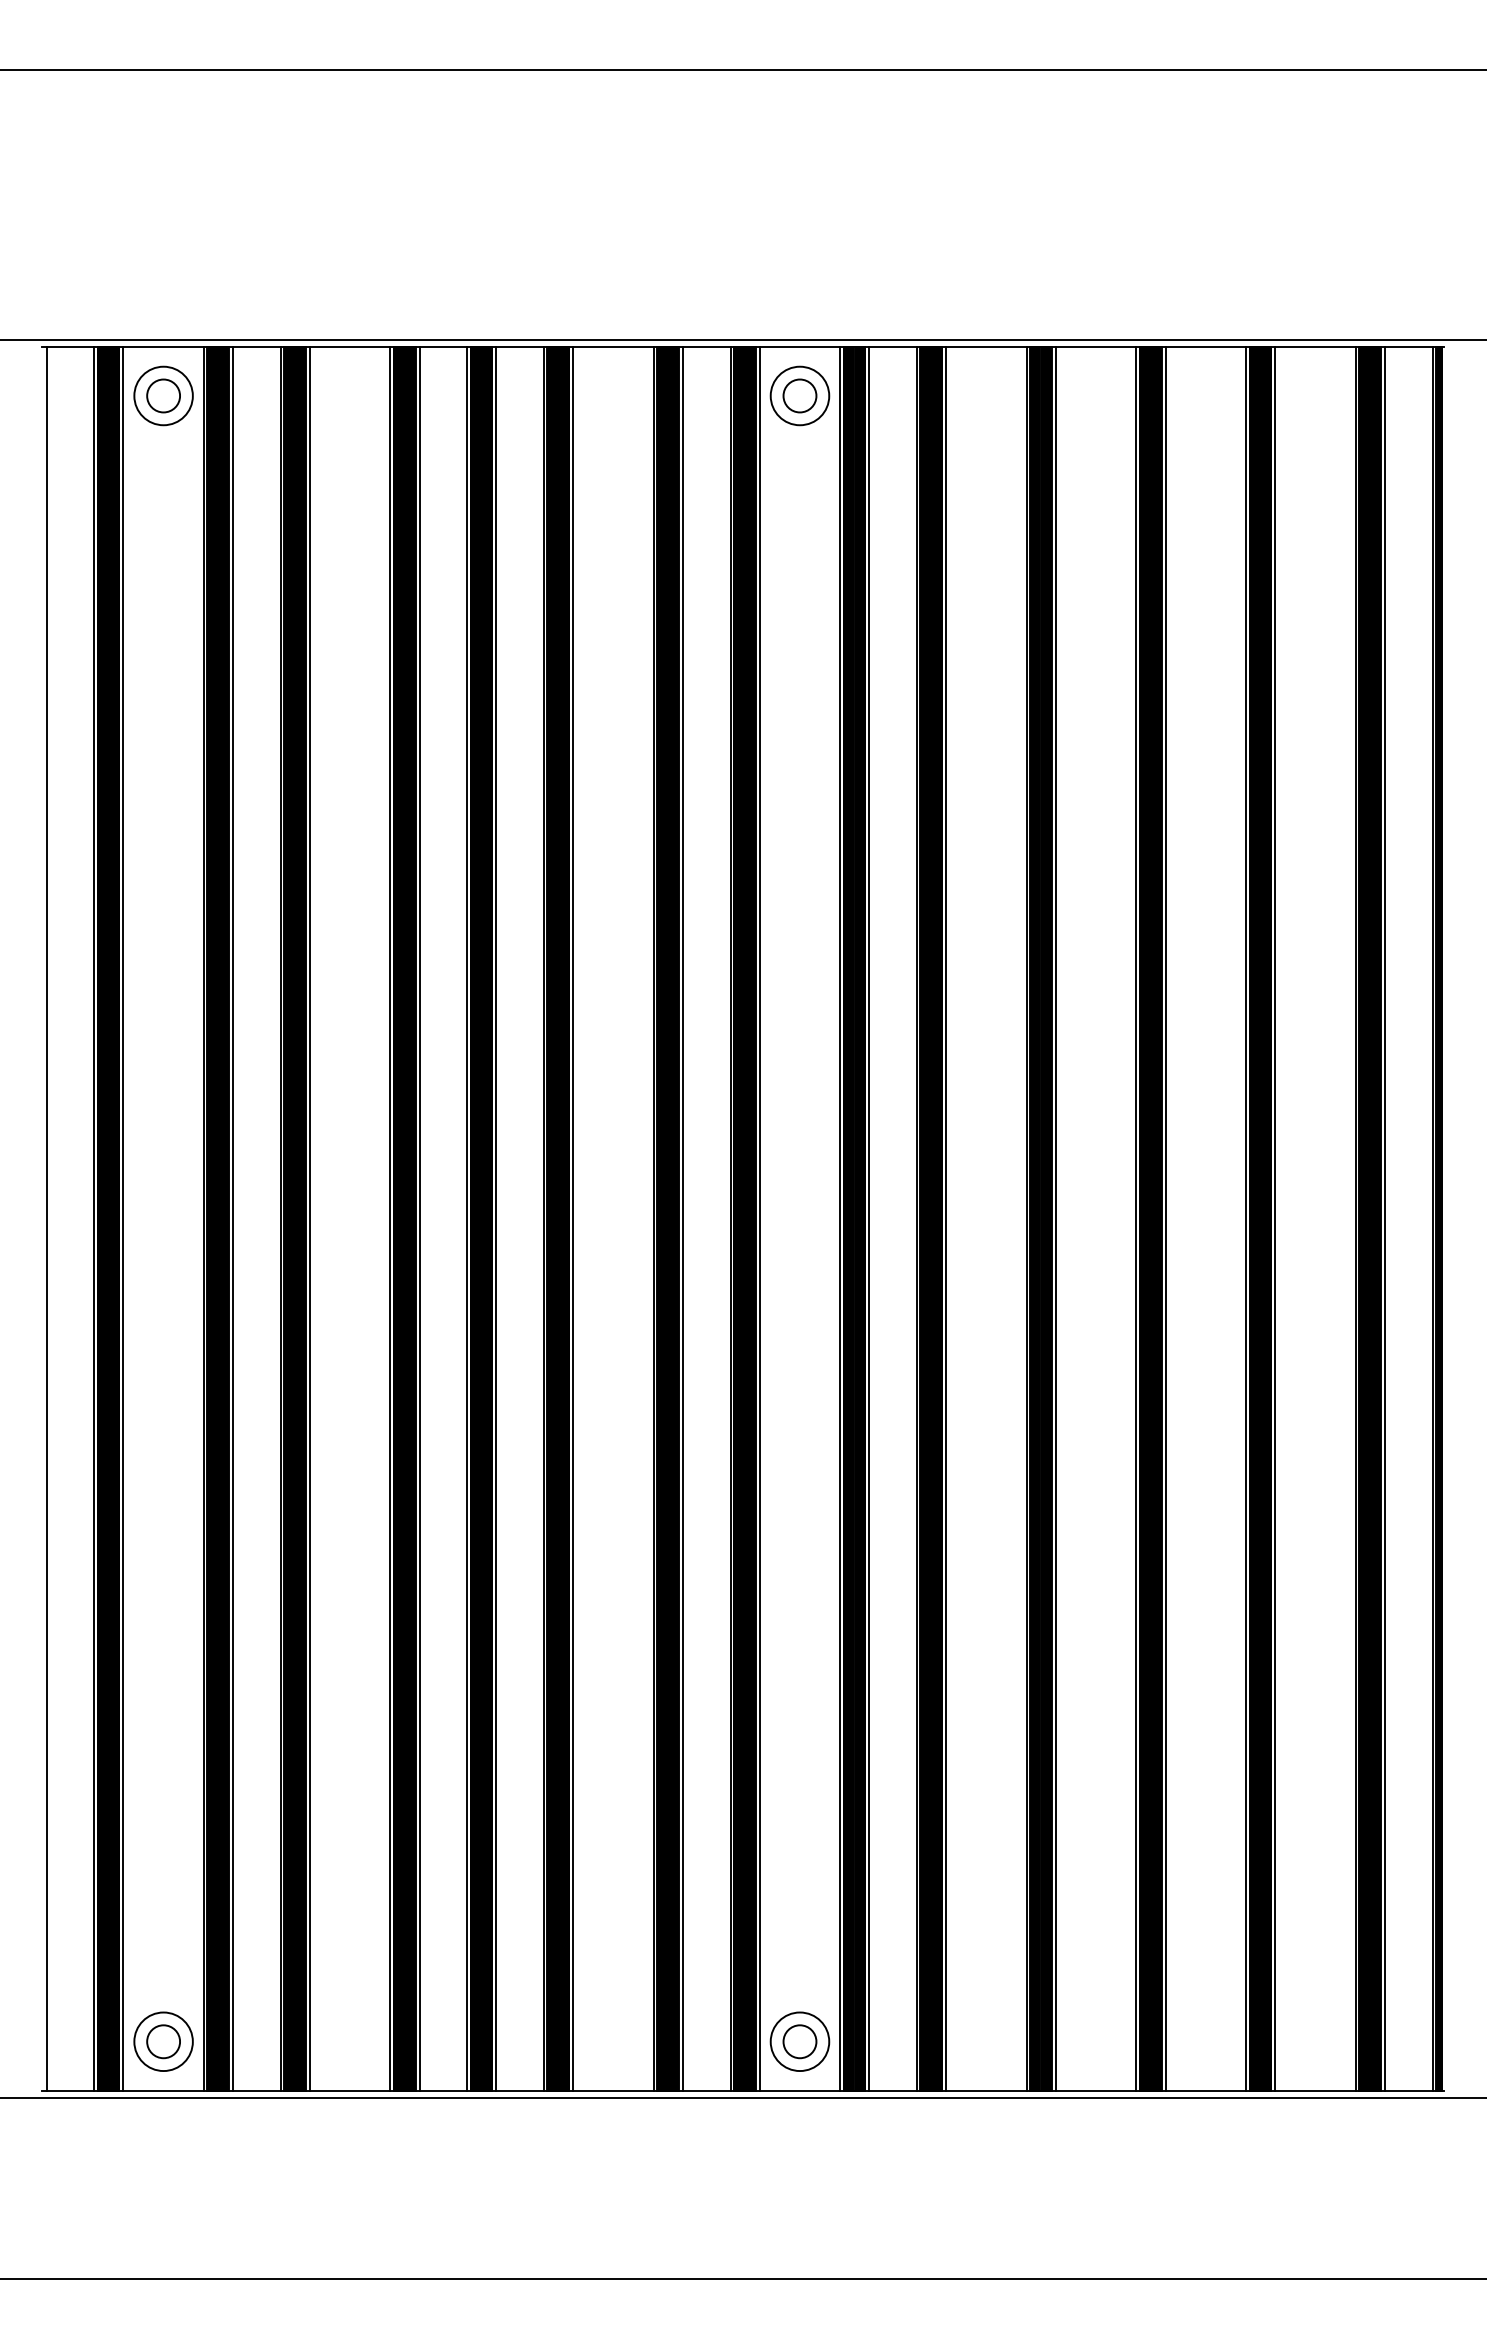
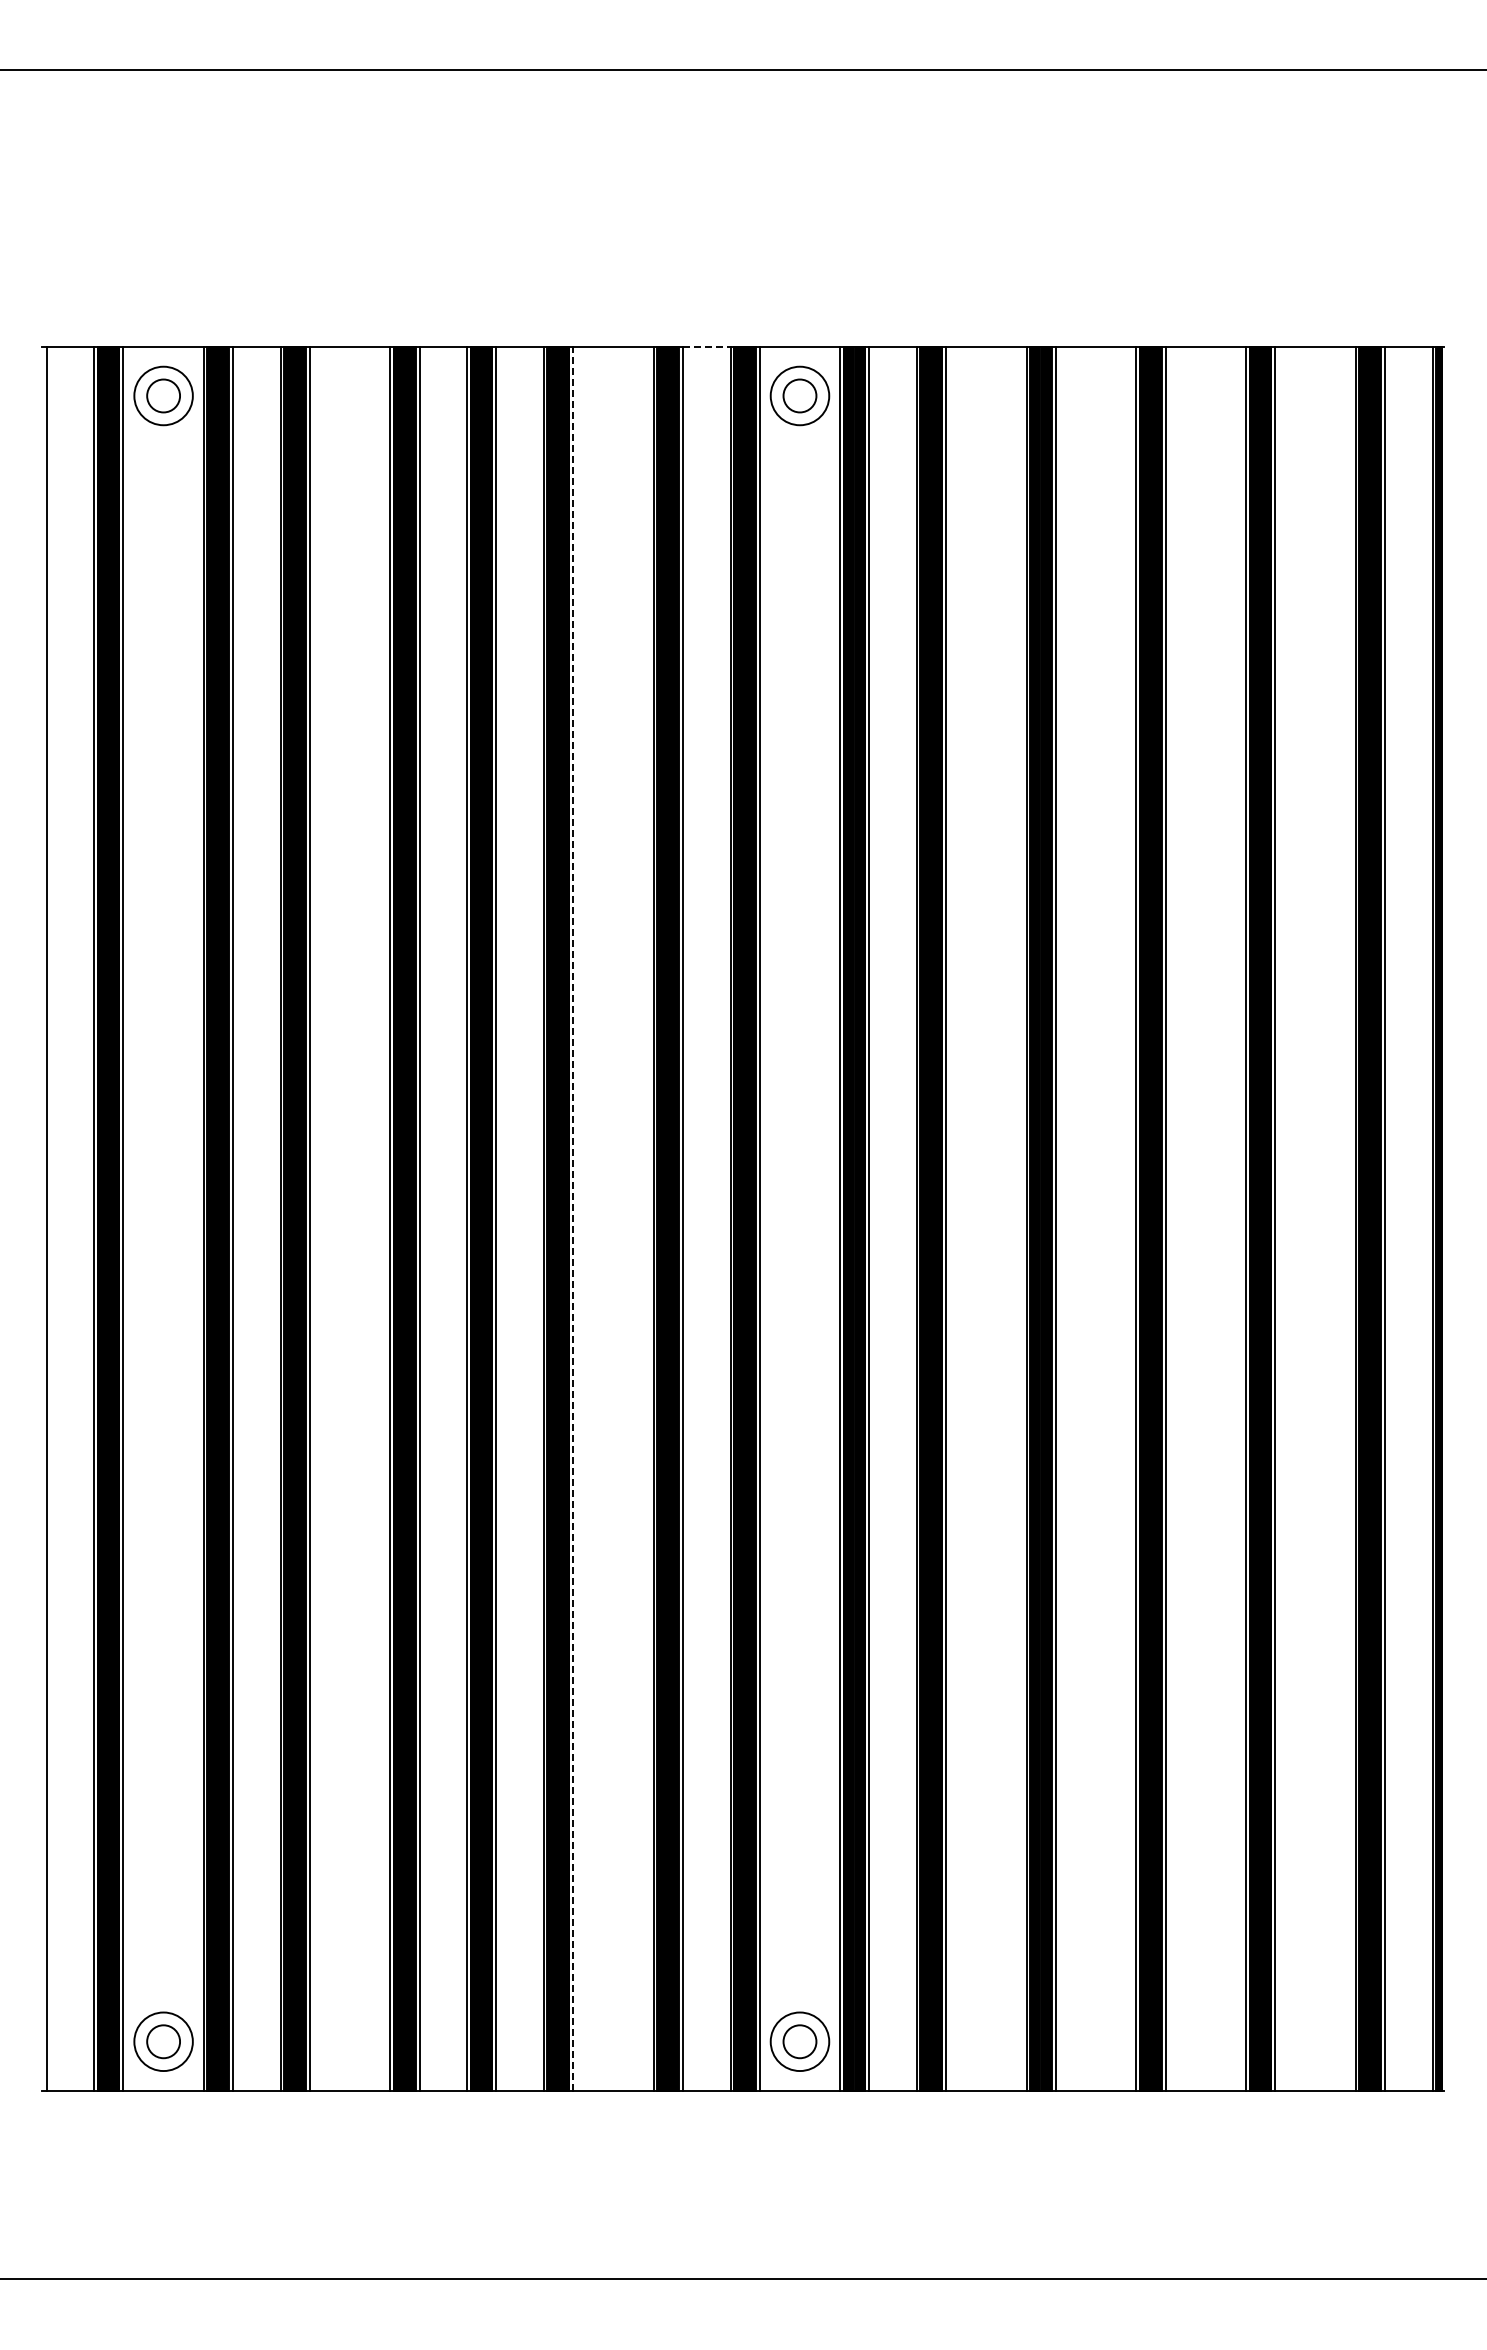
line at (742, 339): present -> none
line at (706, 346): solid -> dashed
line at (573, 1218): solid -> dashed
line at (742, 2098): present -> none
